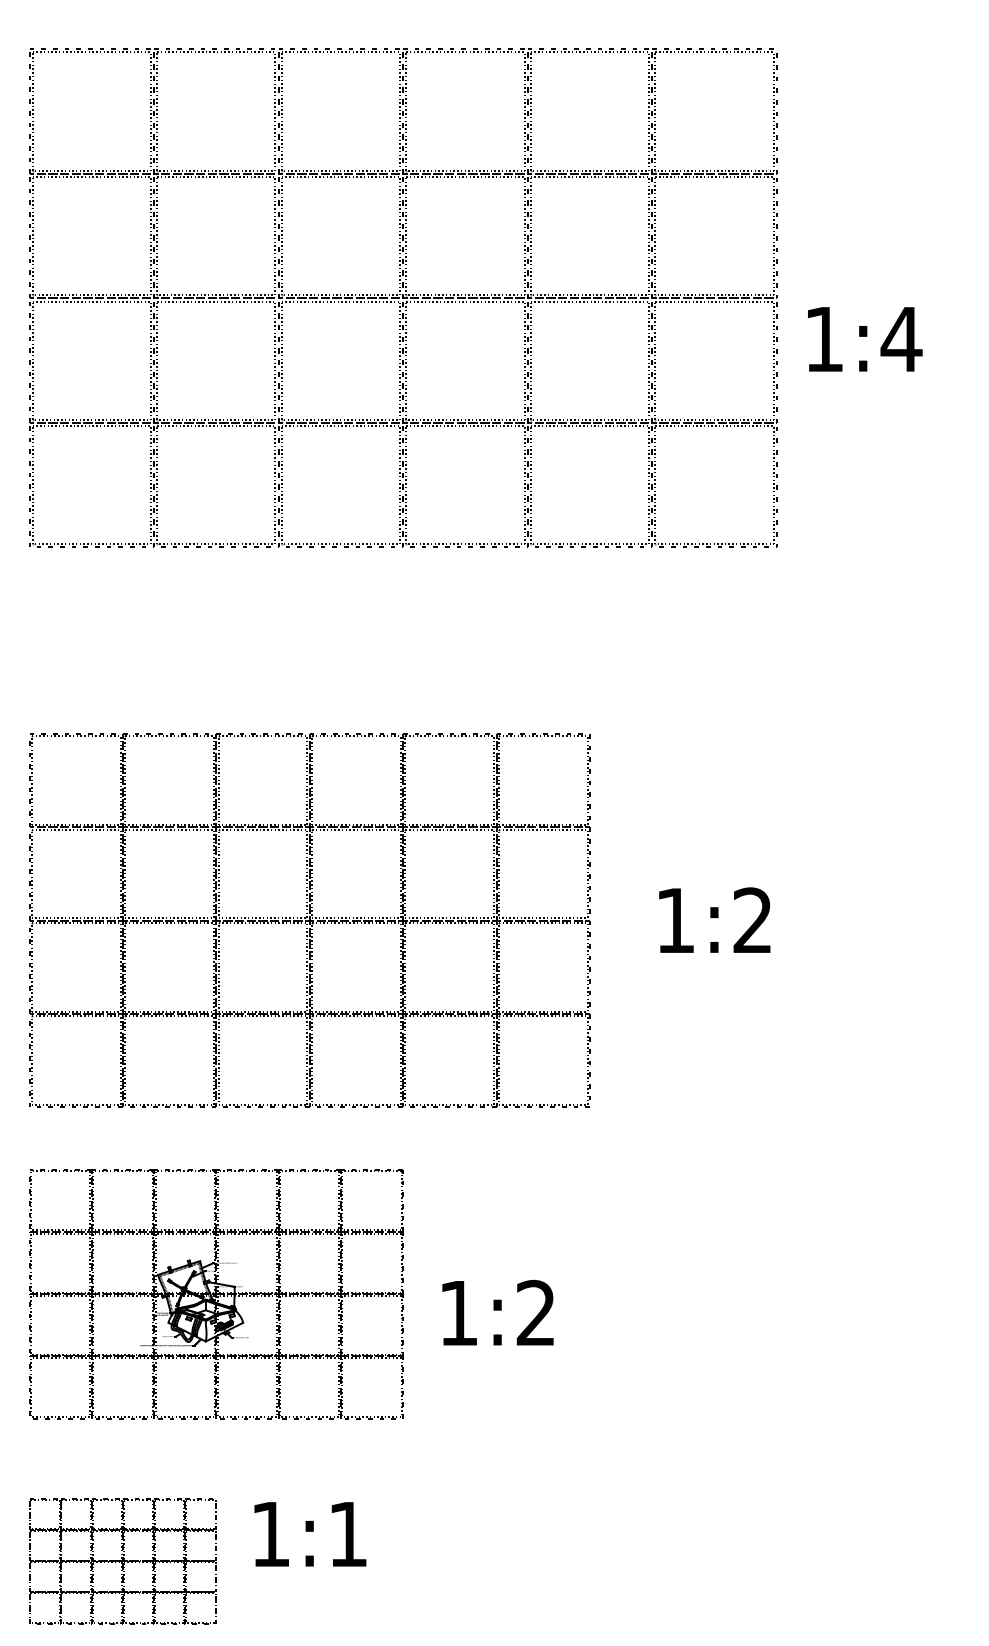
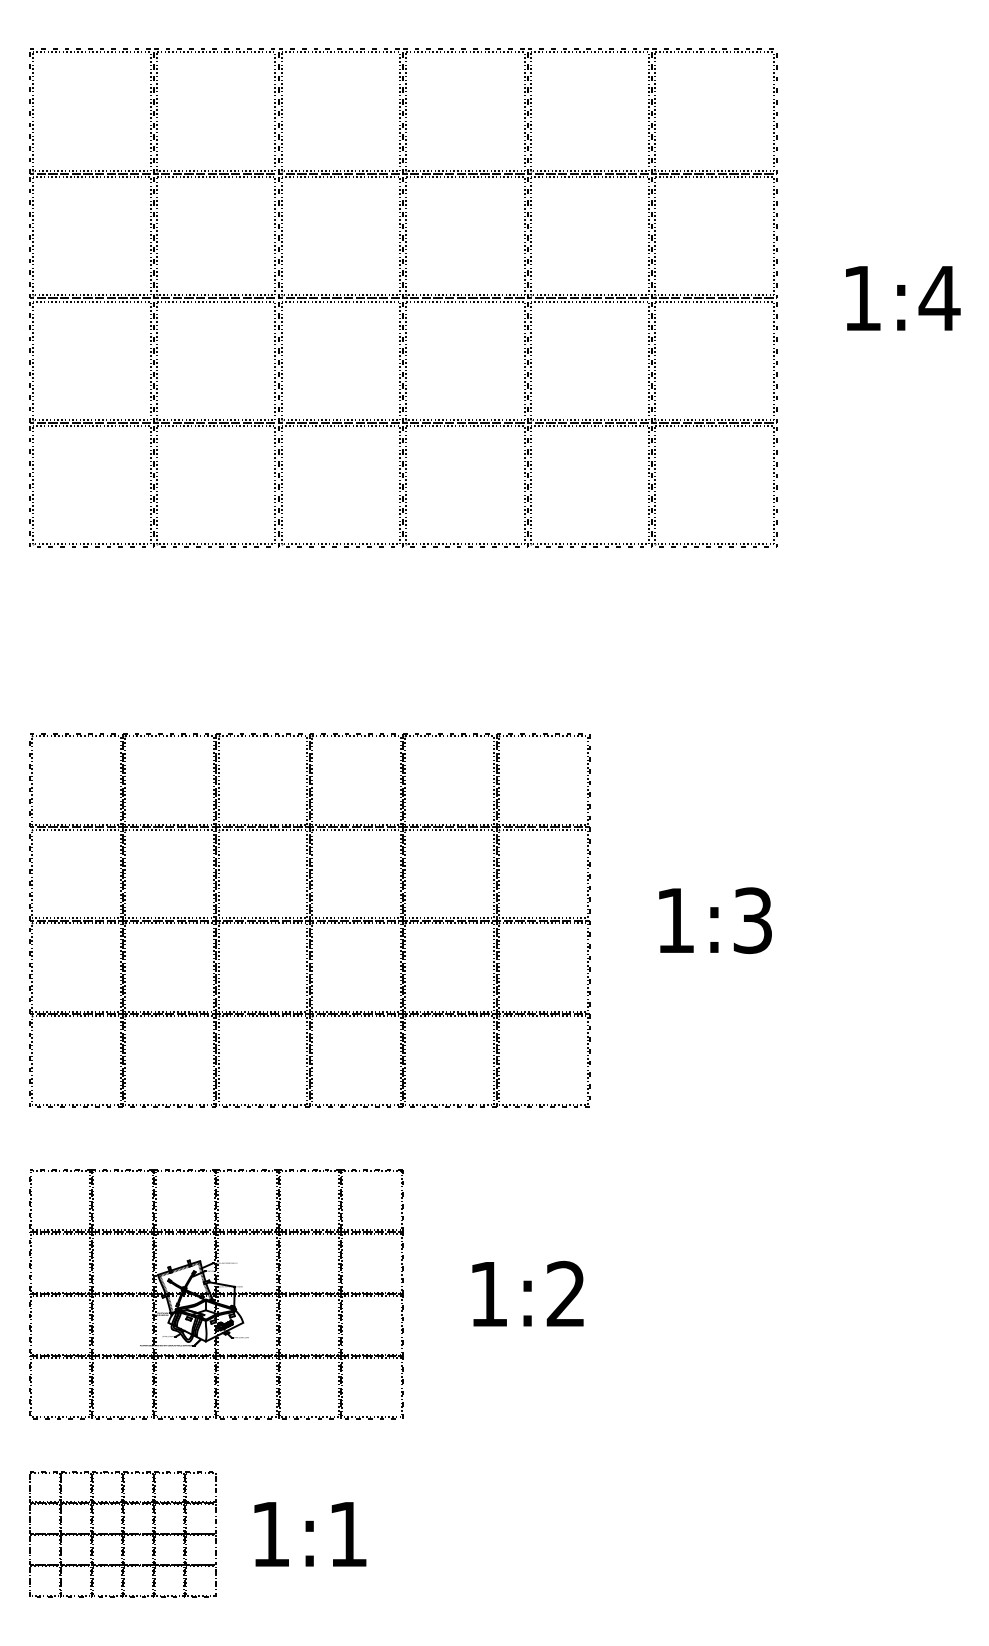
text at (865, 339) position: (865, 339) -> (903, 298)
text at (752, 920): 1:2 -> 1:3
text at (497, 1312) position: (497, 1312) -> (527, 1293)
part at (122, 1561) position: (122, 1561) -> (122, 1534)
